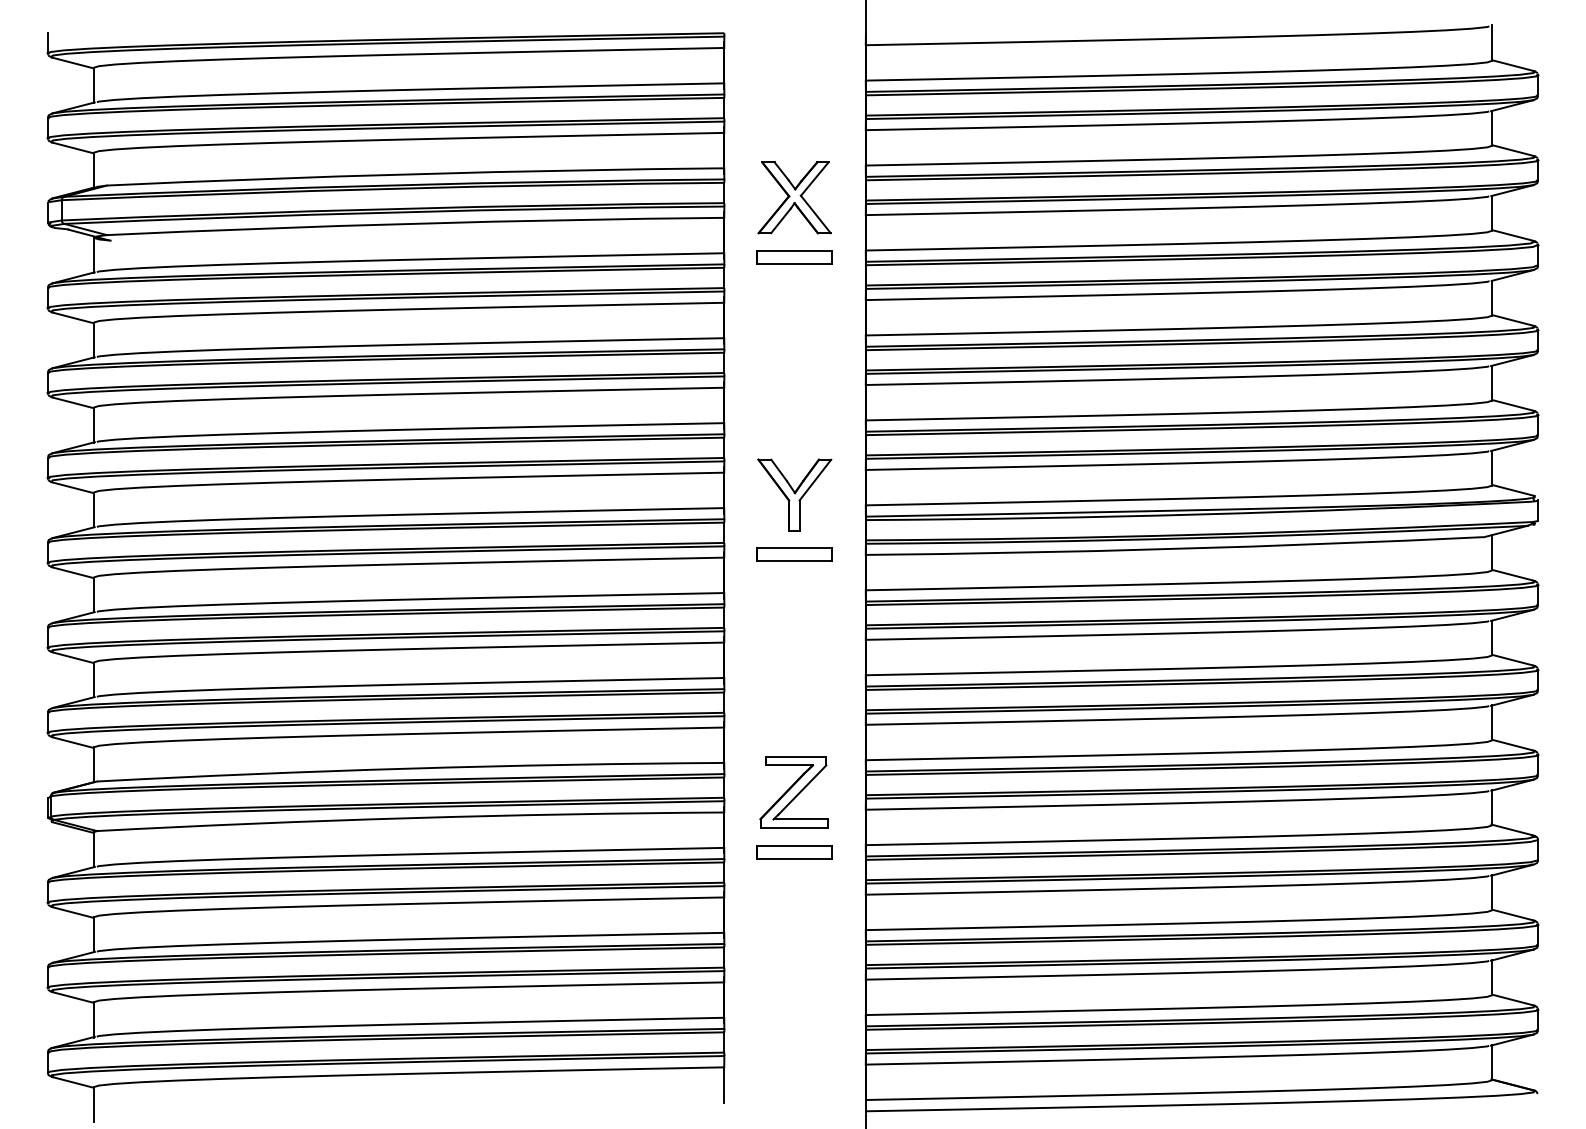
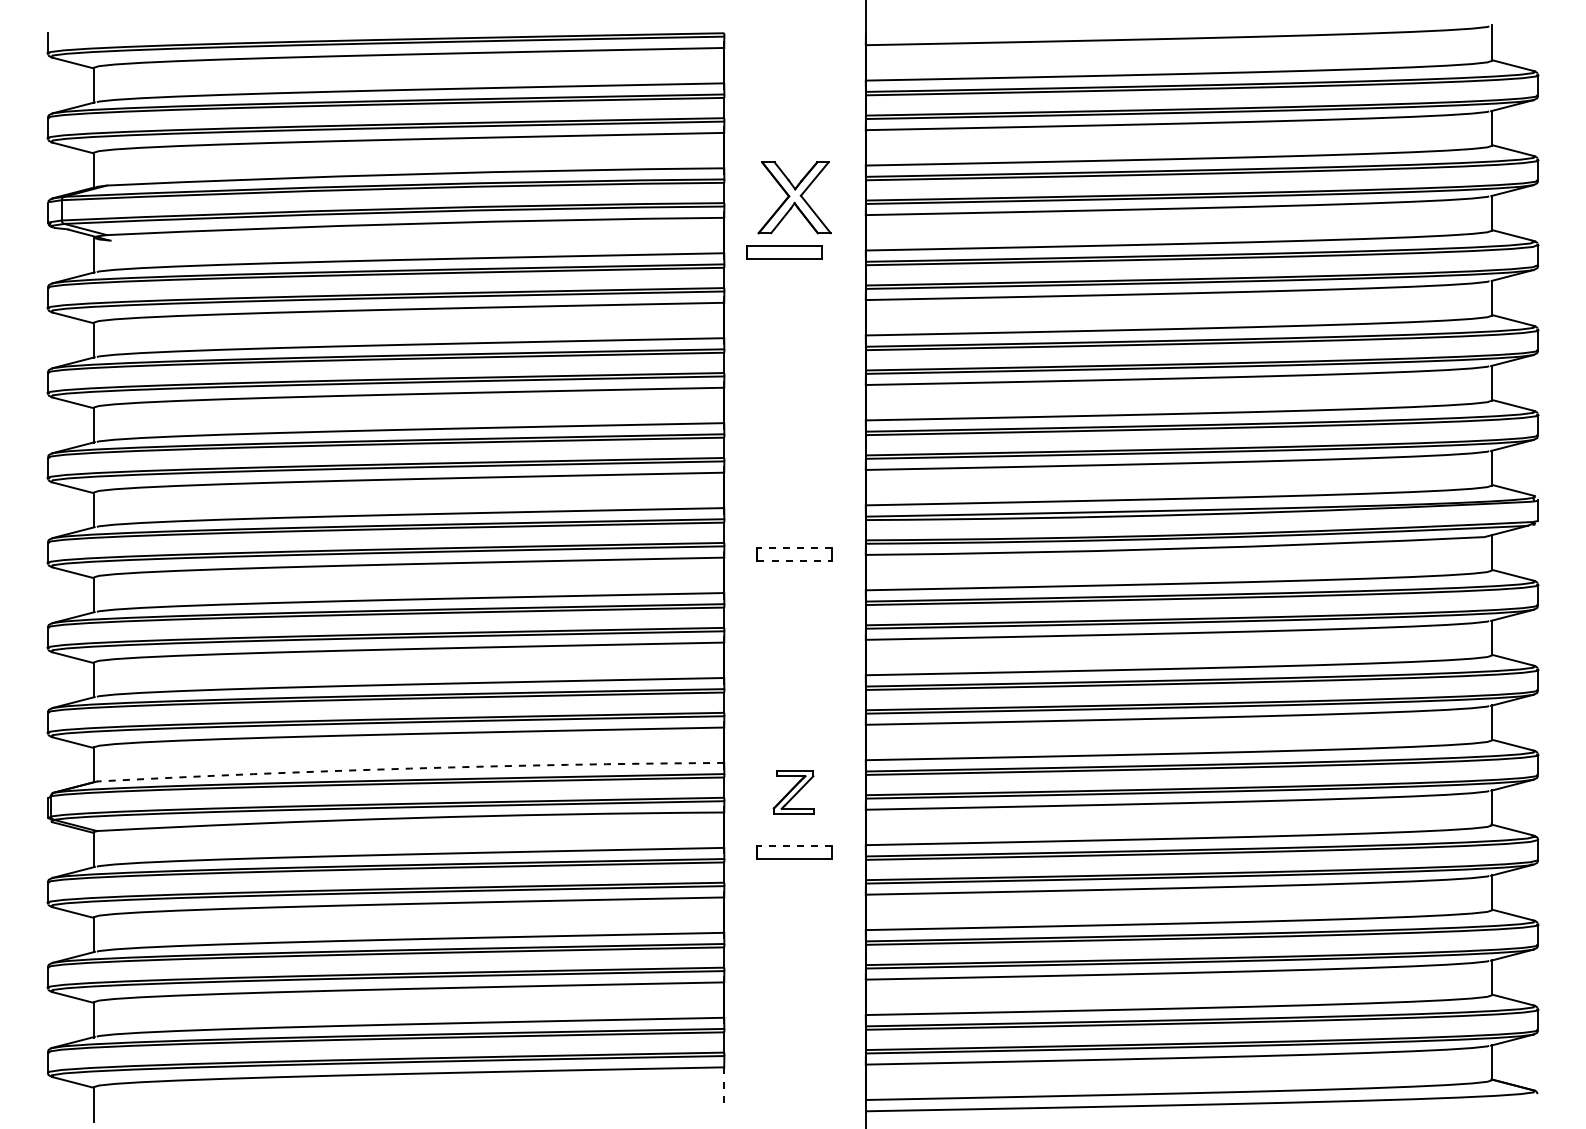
part at (794, 257) position: (794, 257) -> (784, 252)
part at (794, 494): present -> none
line at (794, 548): solid -> dashed
line at (795, 561): solid -> dashed
arc at (410, 768): solid -> dashed
part at (793, 792) size: 70x73 px -> 43x45 px
line at (794, 845): solid -> dashed
line at (724, 1085): solid -> dashed
